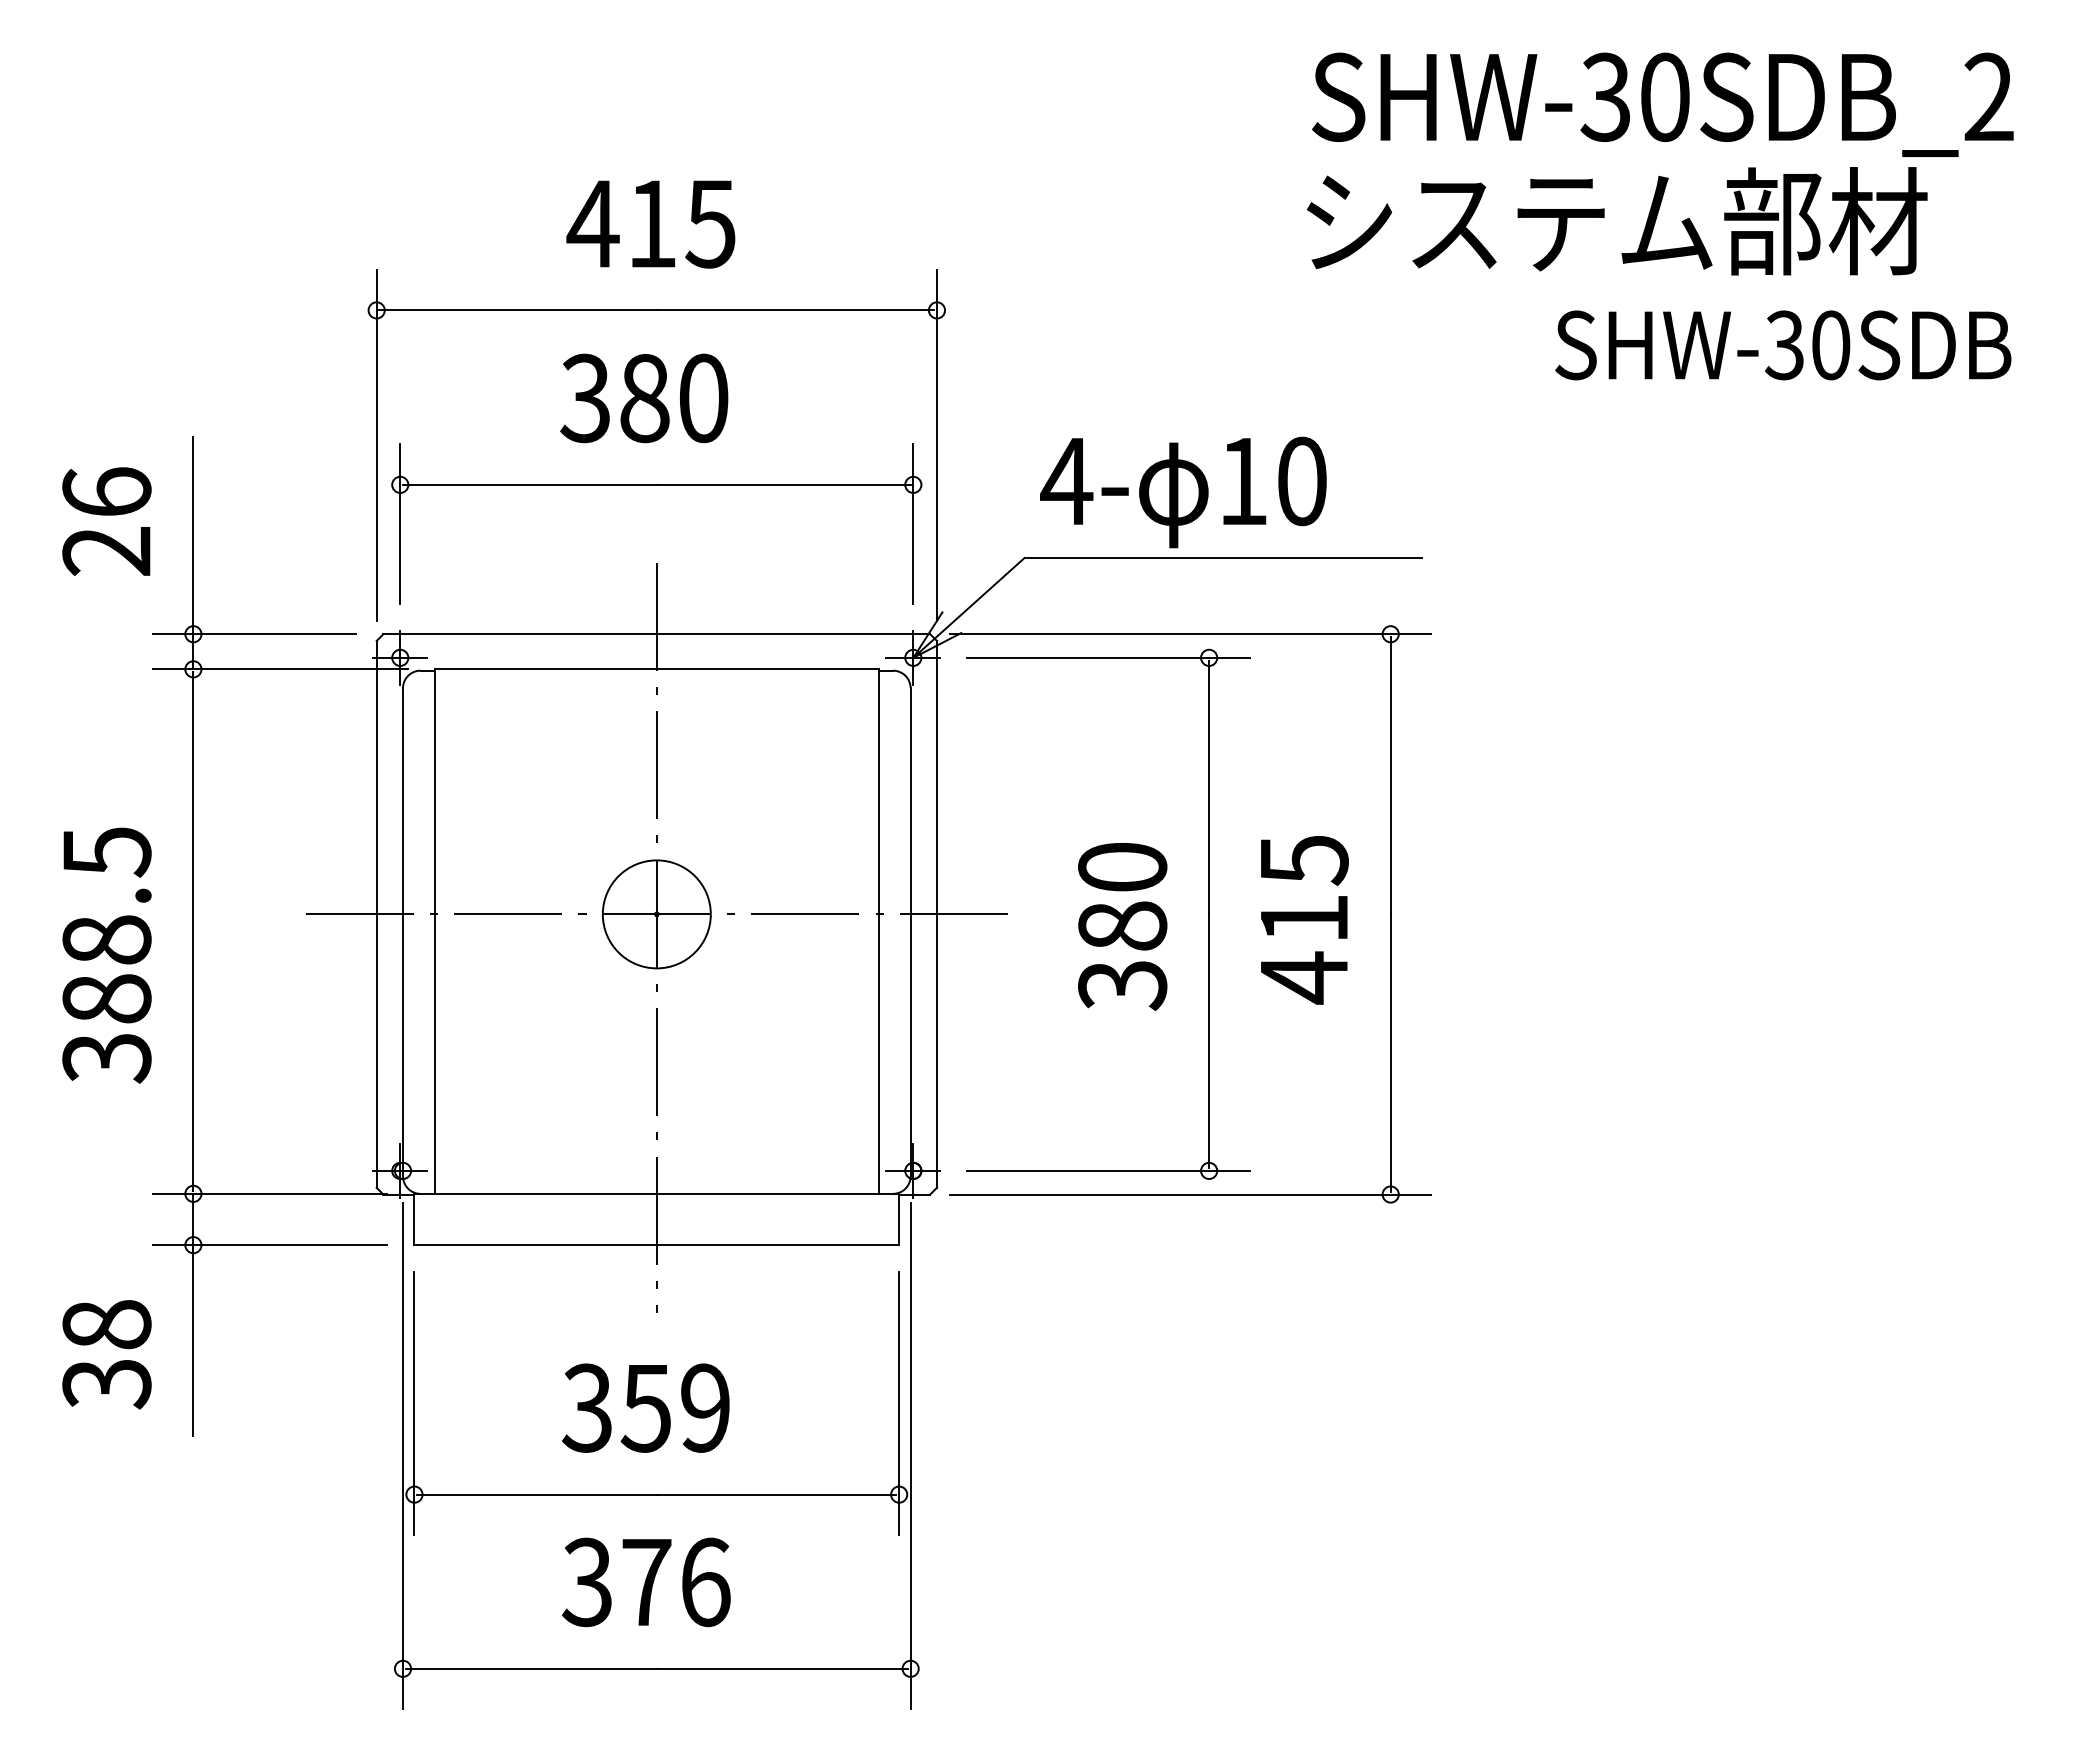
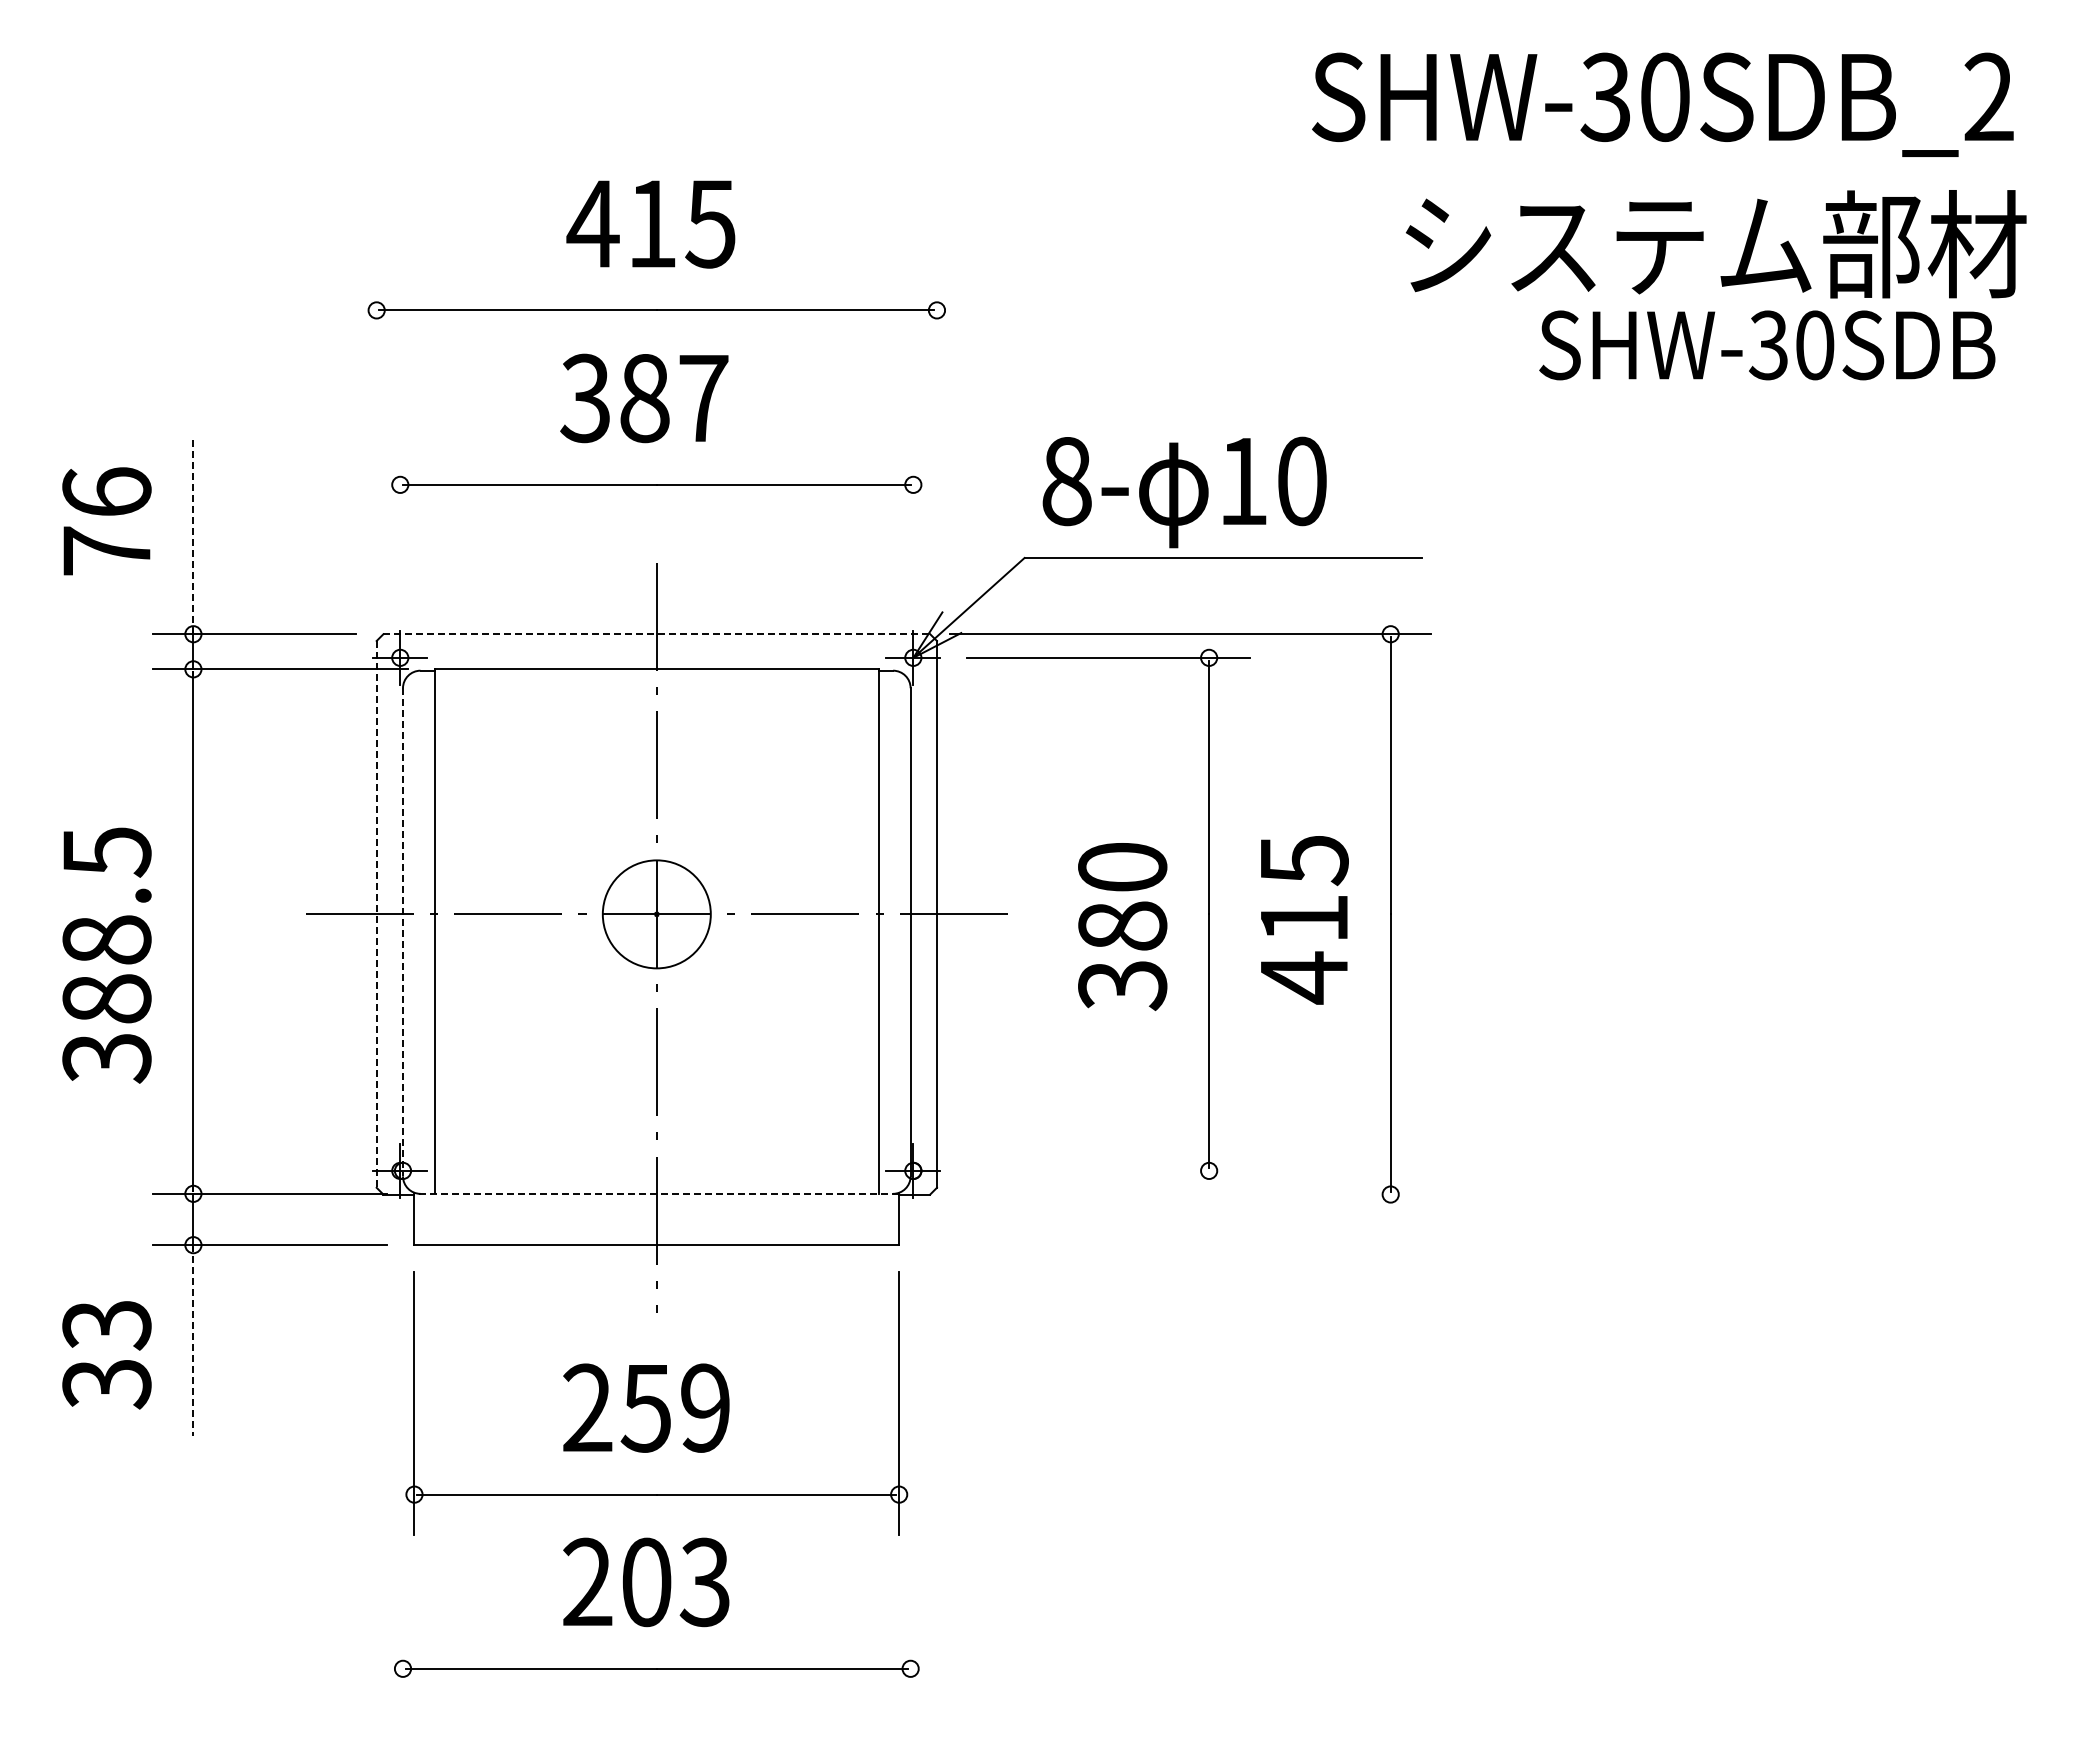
text at (1617, 221) position: (1617, 221) -> (1716, 244)
text at (1783, 345) position: (1783, 345) -> (1767, 345)
text at (703, 398): 380 -> 387
line at (376, 444): present -> none
line at (936, 444): present -> none
text at (1066, 481): 4- -> 8-
line at (400, 523): present -> none
line at (913, 523): present -> none
line at (193, 535): solid -> dashed
text at (106, 550): 26 -> 76
line at (657, 634): solid -> dashed
line at (376, 914): solid -> dashed
line at (403, 932): solid -> dashed
line at (1108, 1170): present -> none
line at (656, 1193): solid -> dashed
line at (1190, 1194): present -> none
text at (106, 1325): 38 -> 33
line at (193, 1340): solid -> dashed
text at (587, 1407): 359 -> 259
line at (403, 1456): present -> none
line at (910, 1456): present -> none
text at (646, 1582): 376 -> 203
